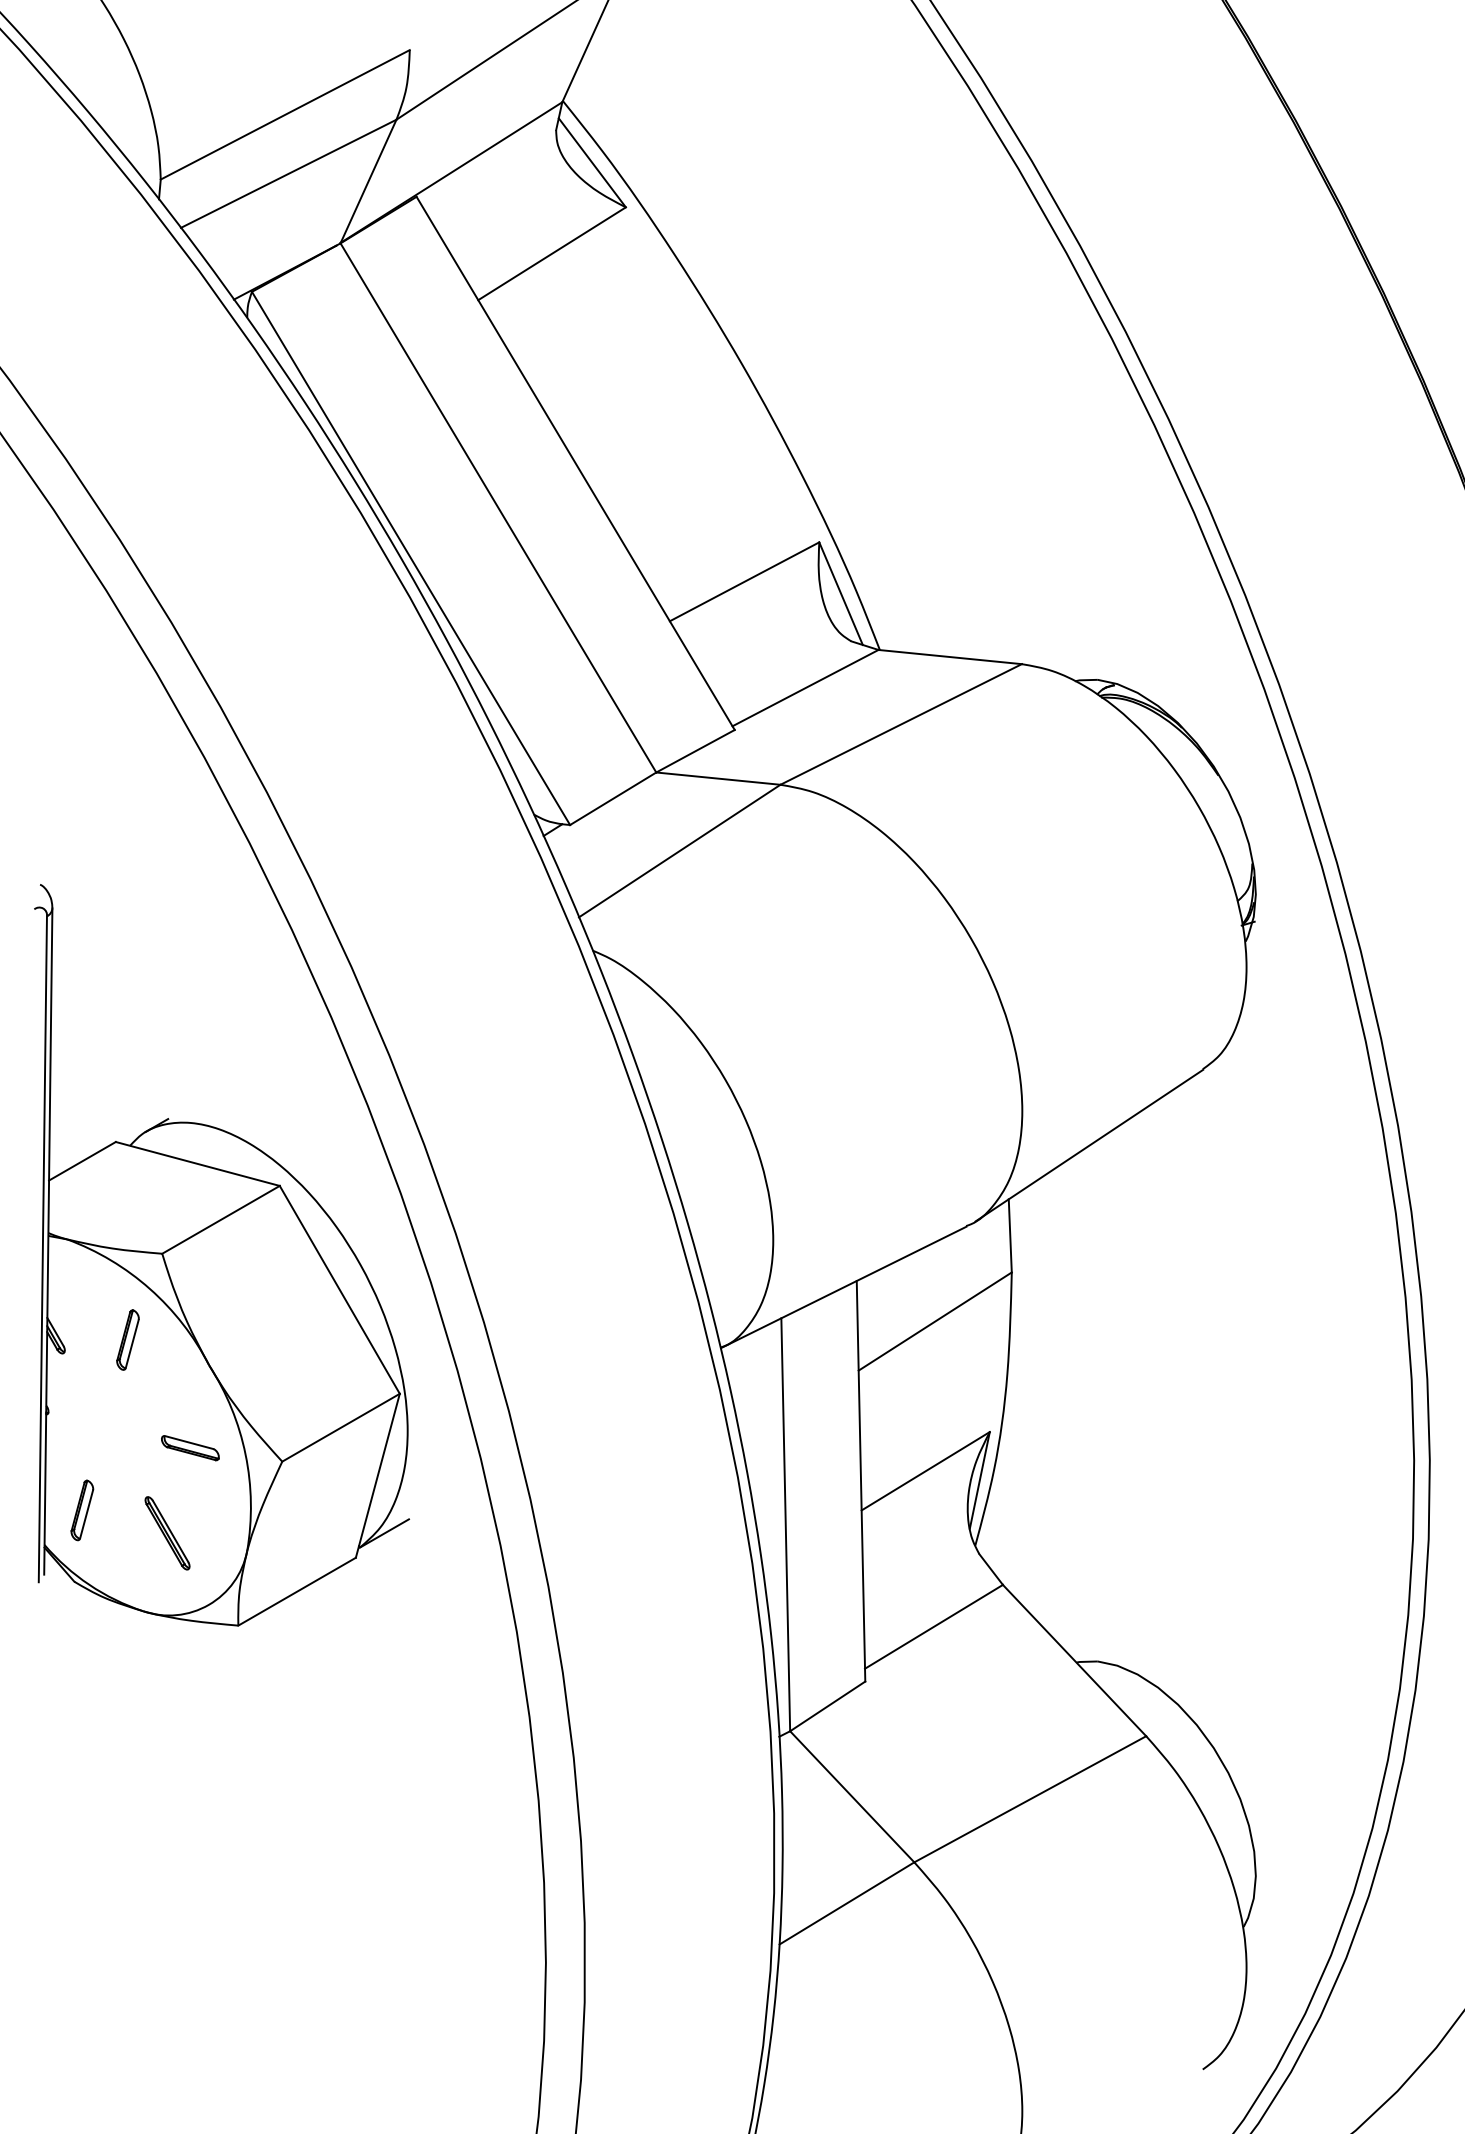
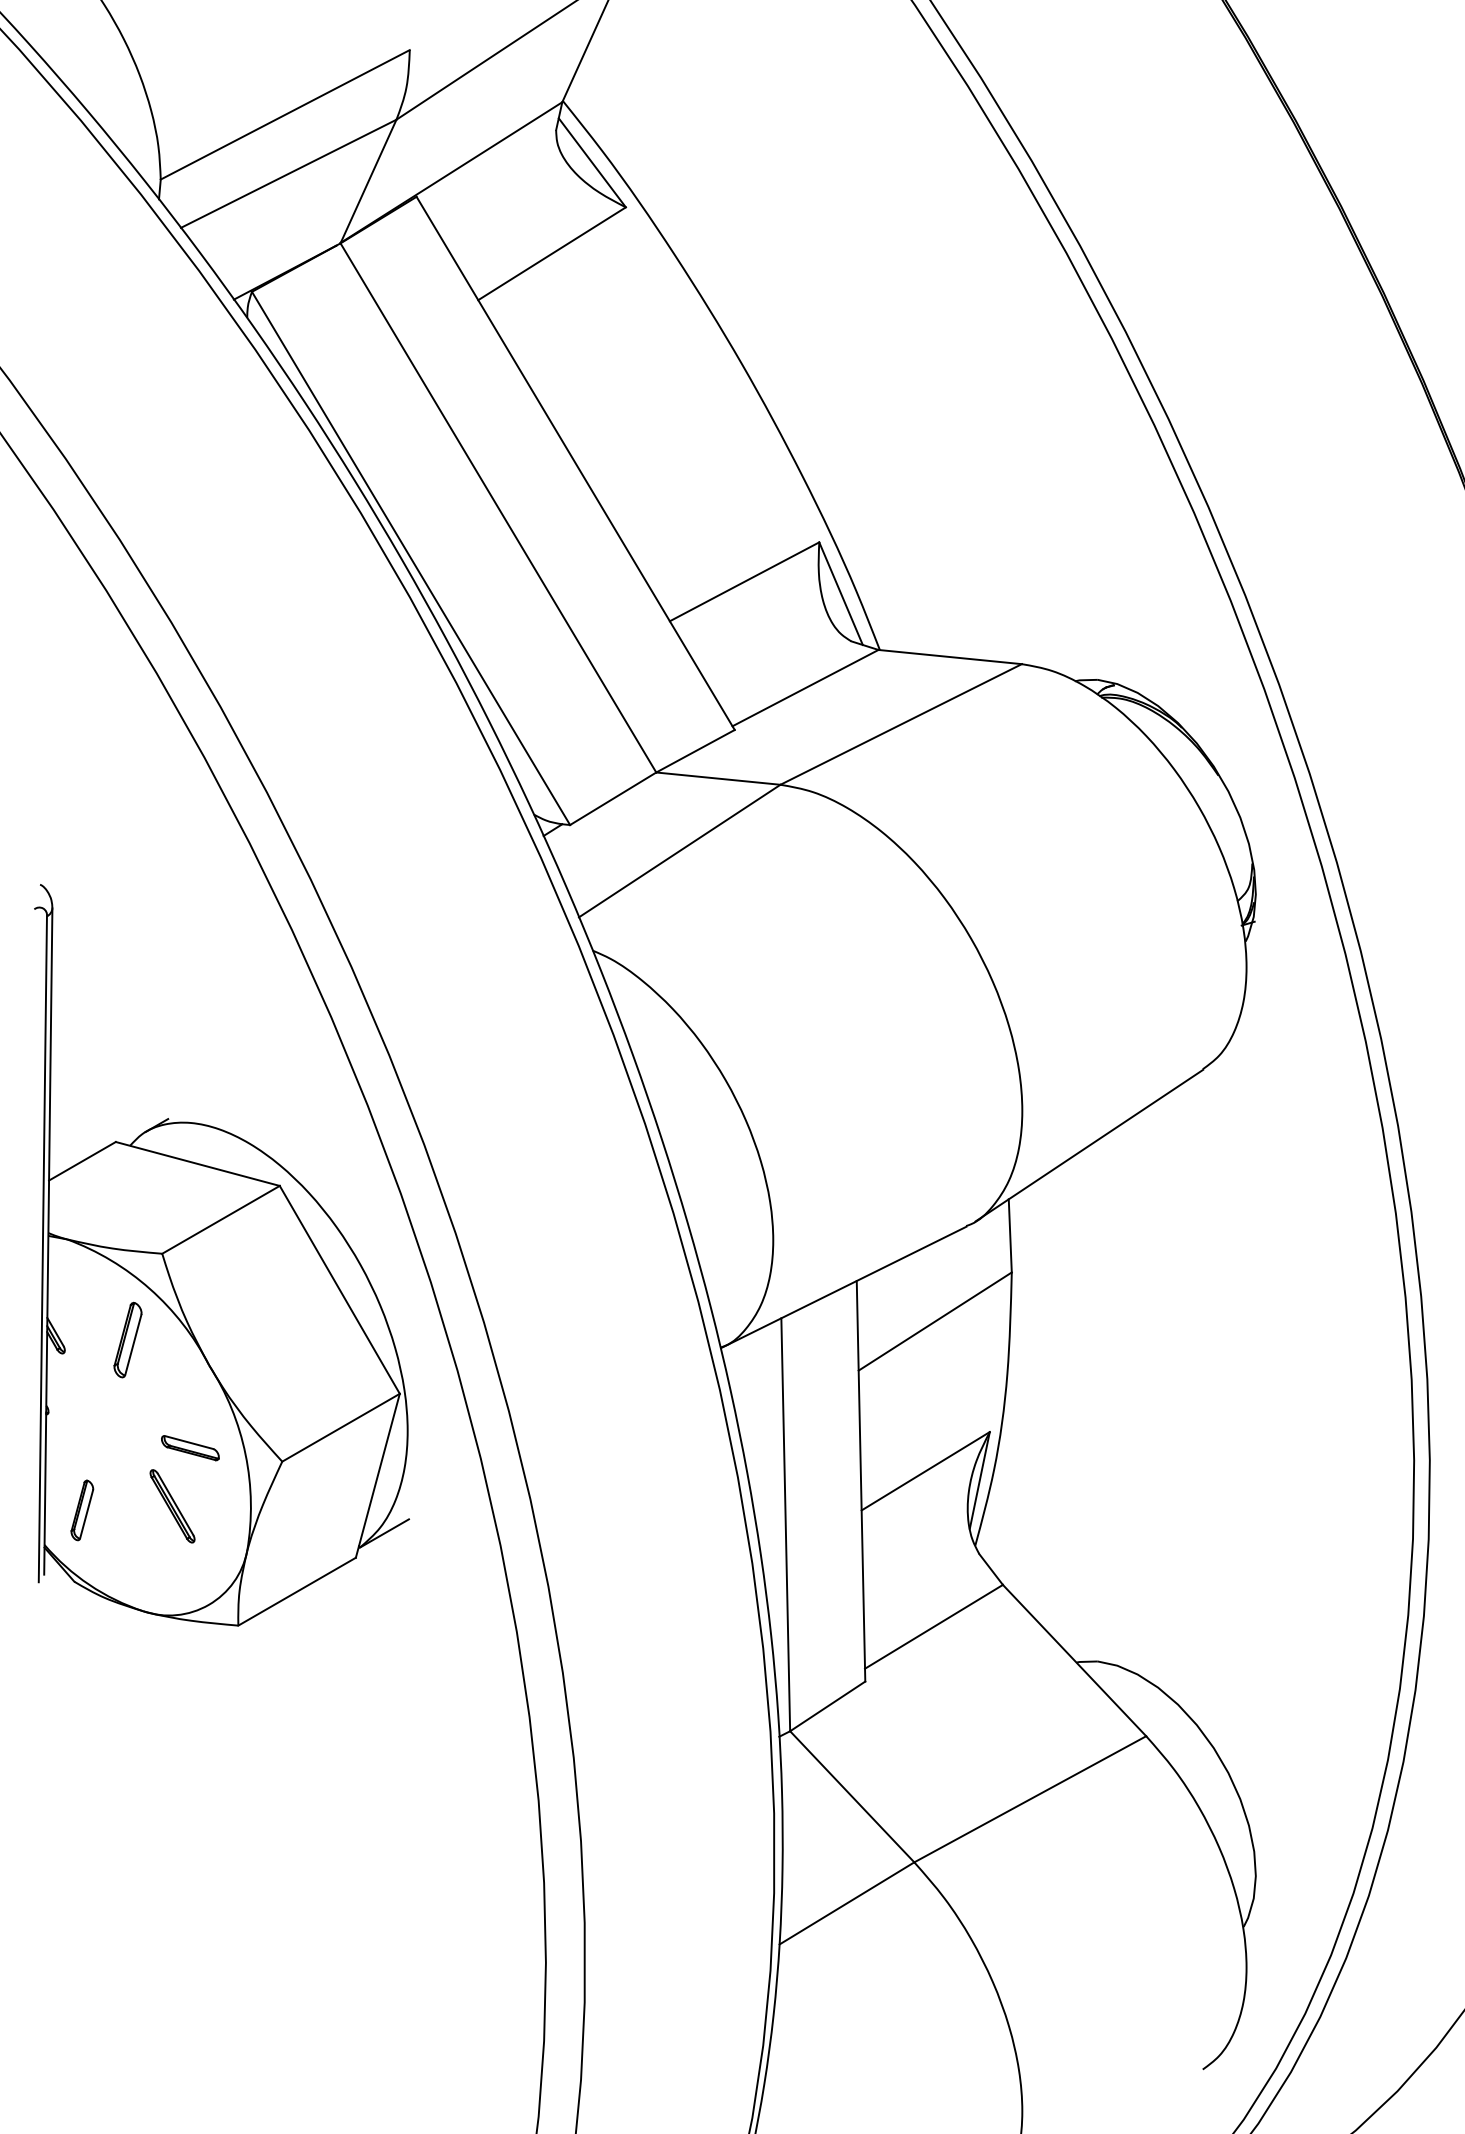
part at (127, 1339) size: 24x62 px -> 30x78 px
part at (167, 1533) position: (167, 1533) -> (172, 1506)
